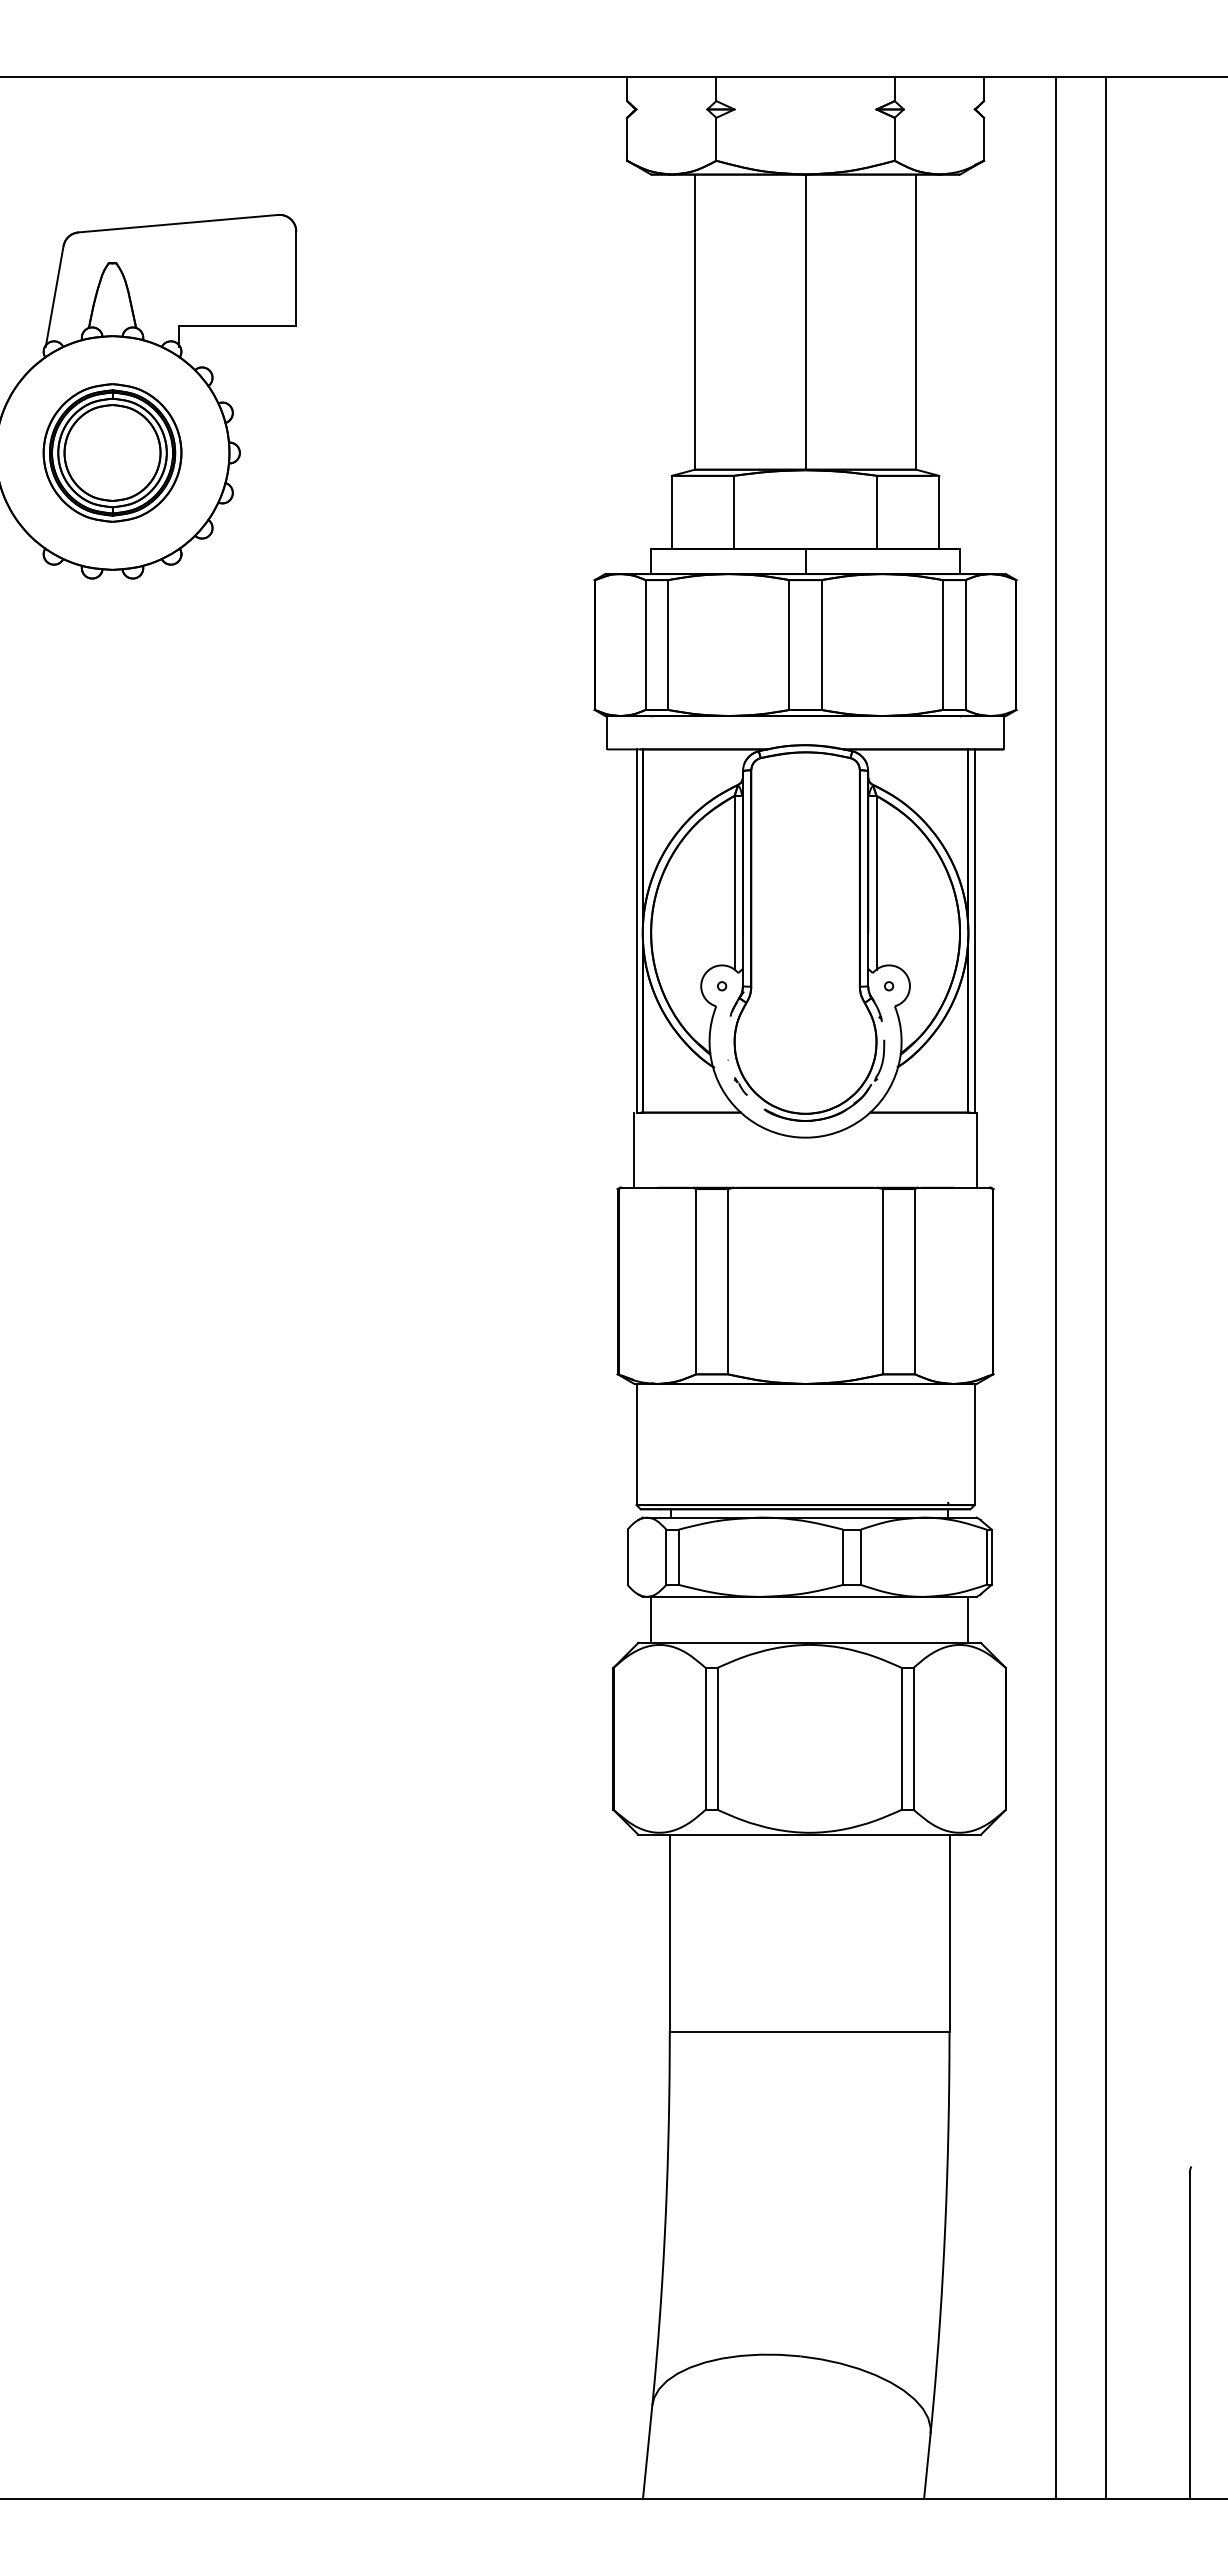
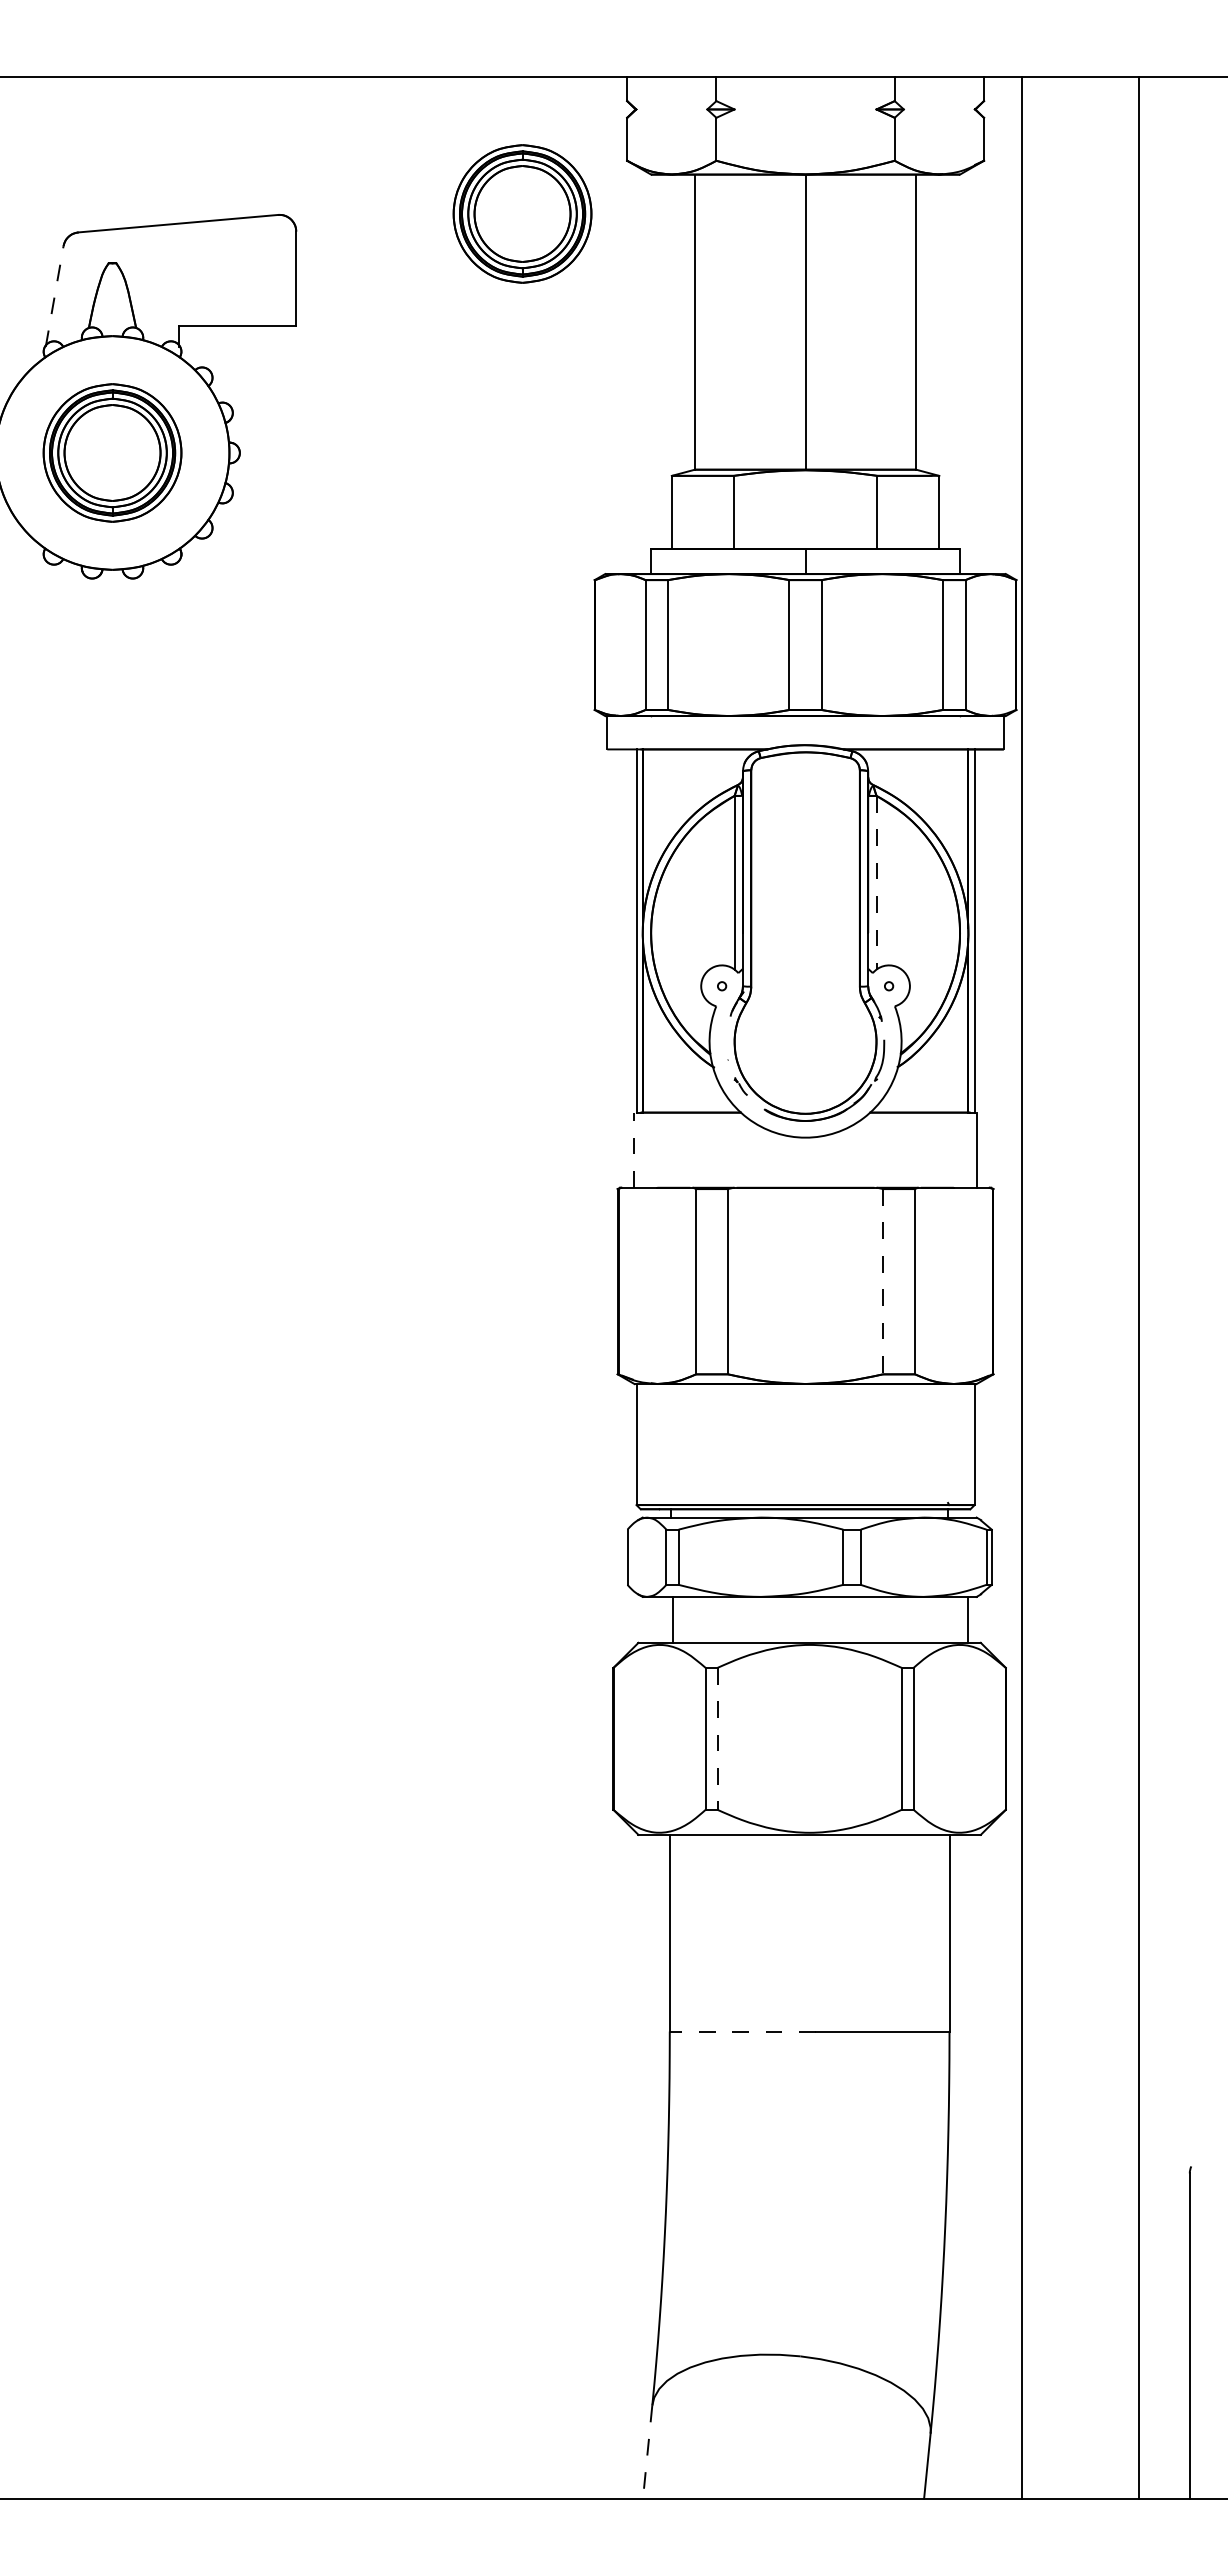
part at (522, 213): none -> present
line at (54, 296): solid -> dashed
line at (876, 882): solid -> dashed
line at (634, 1150): solid -> dashed
line at (883, 1281): solid -> dashed
line at (1056, 1287) position: (1056, 1287) -> (1022, 1287)
line at (1106, 1287) position: (1106, 1287) -> (1139, 1287)
line at (651, 1619) position: (651, 1619) -> (673, 1619)
line at (717, 1738): solid -> dashed
line at (742, 2031): solid -> dashed
line at (647, 2452): solid -> dashed
